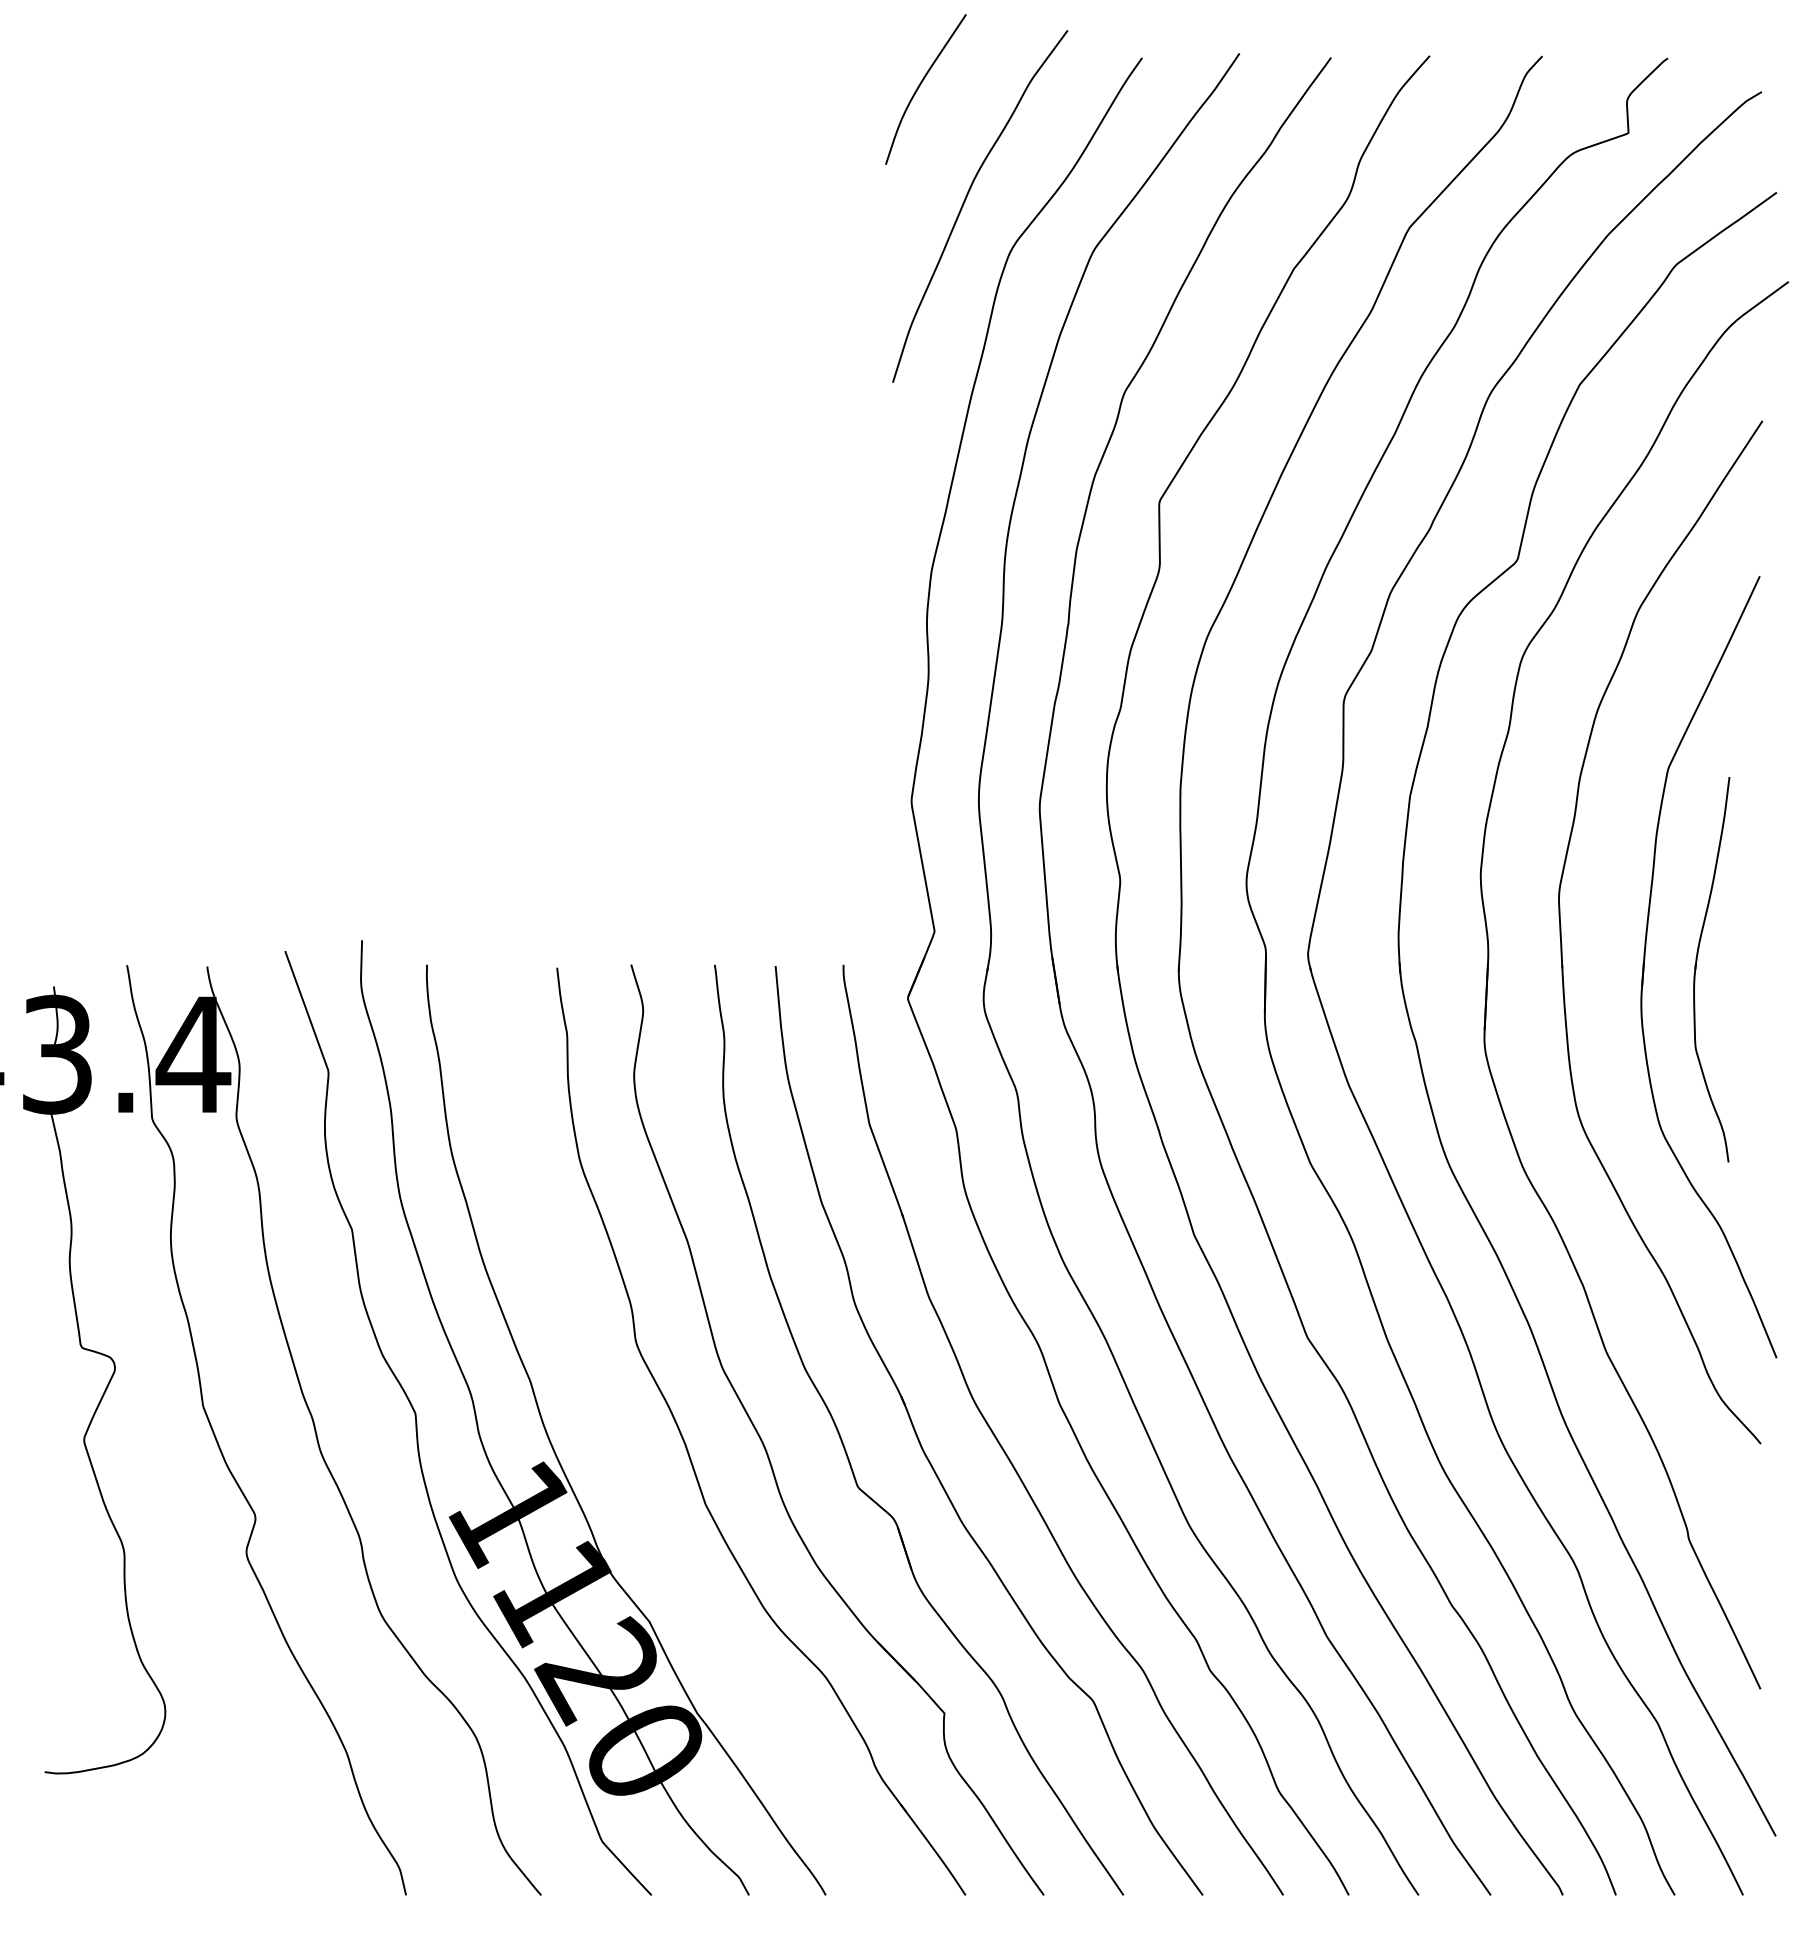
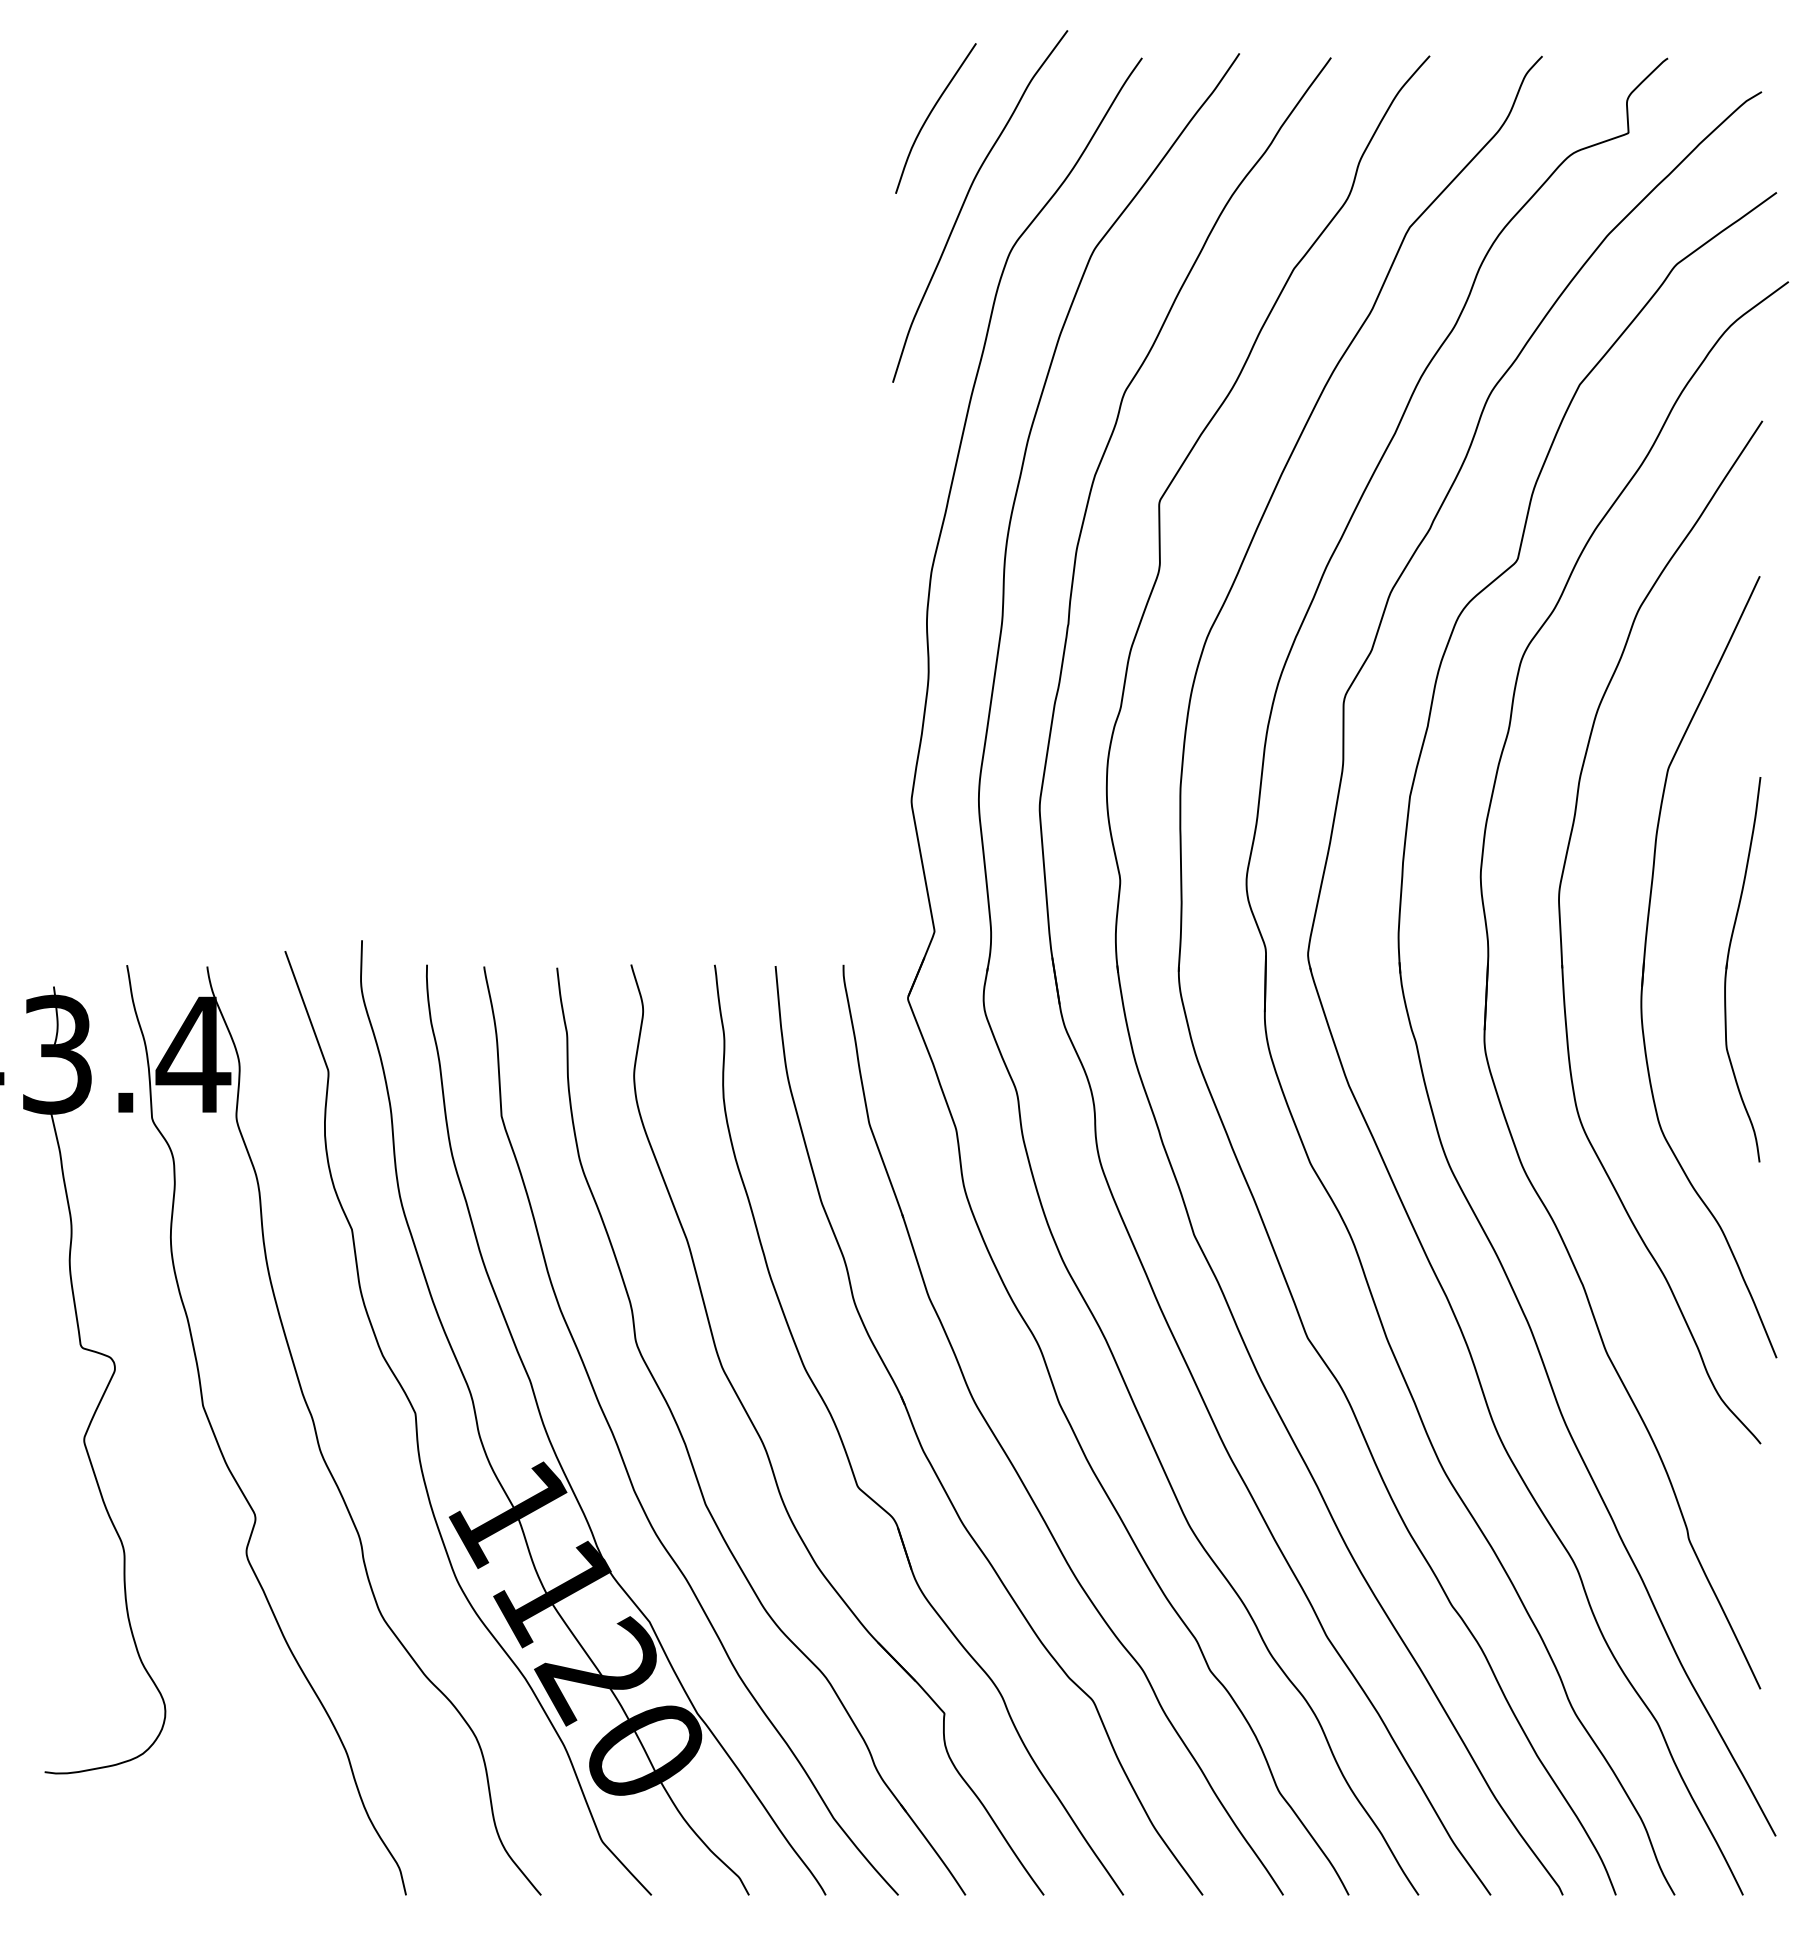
curve at (920, 86) position: (920, 86) -> (930, 115)
part at (1696, 969) position: (1696, 969) -> (1727, 969)
curve at (622, 1455): none -> present
